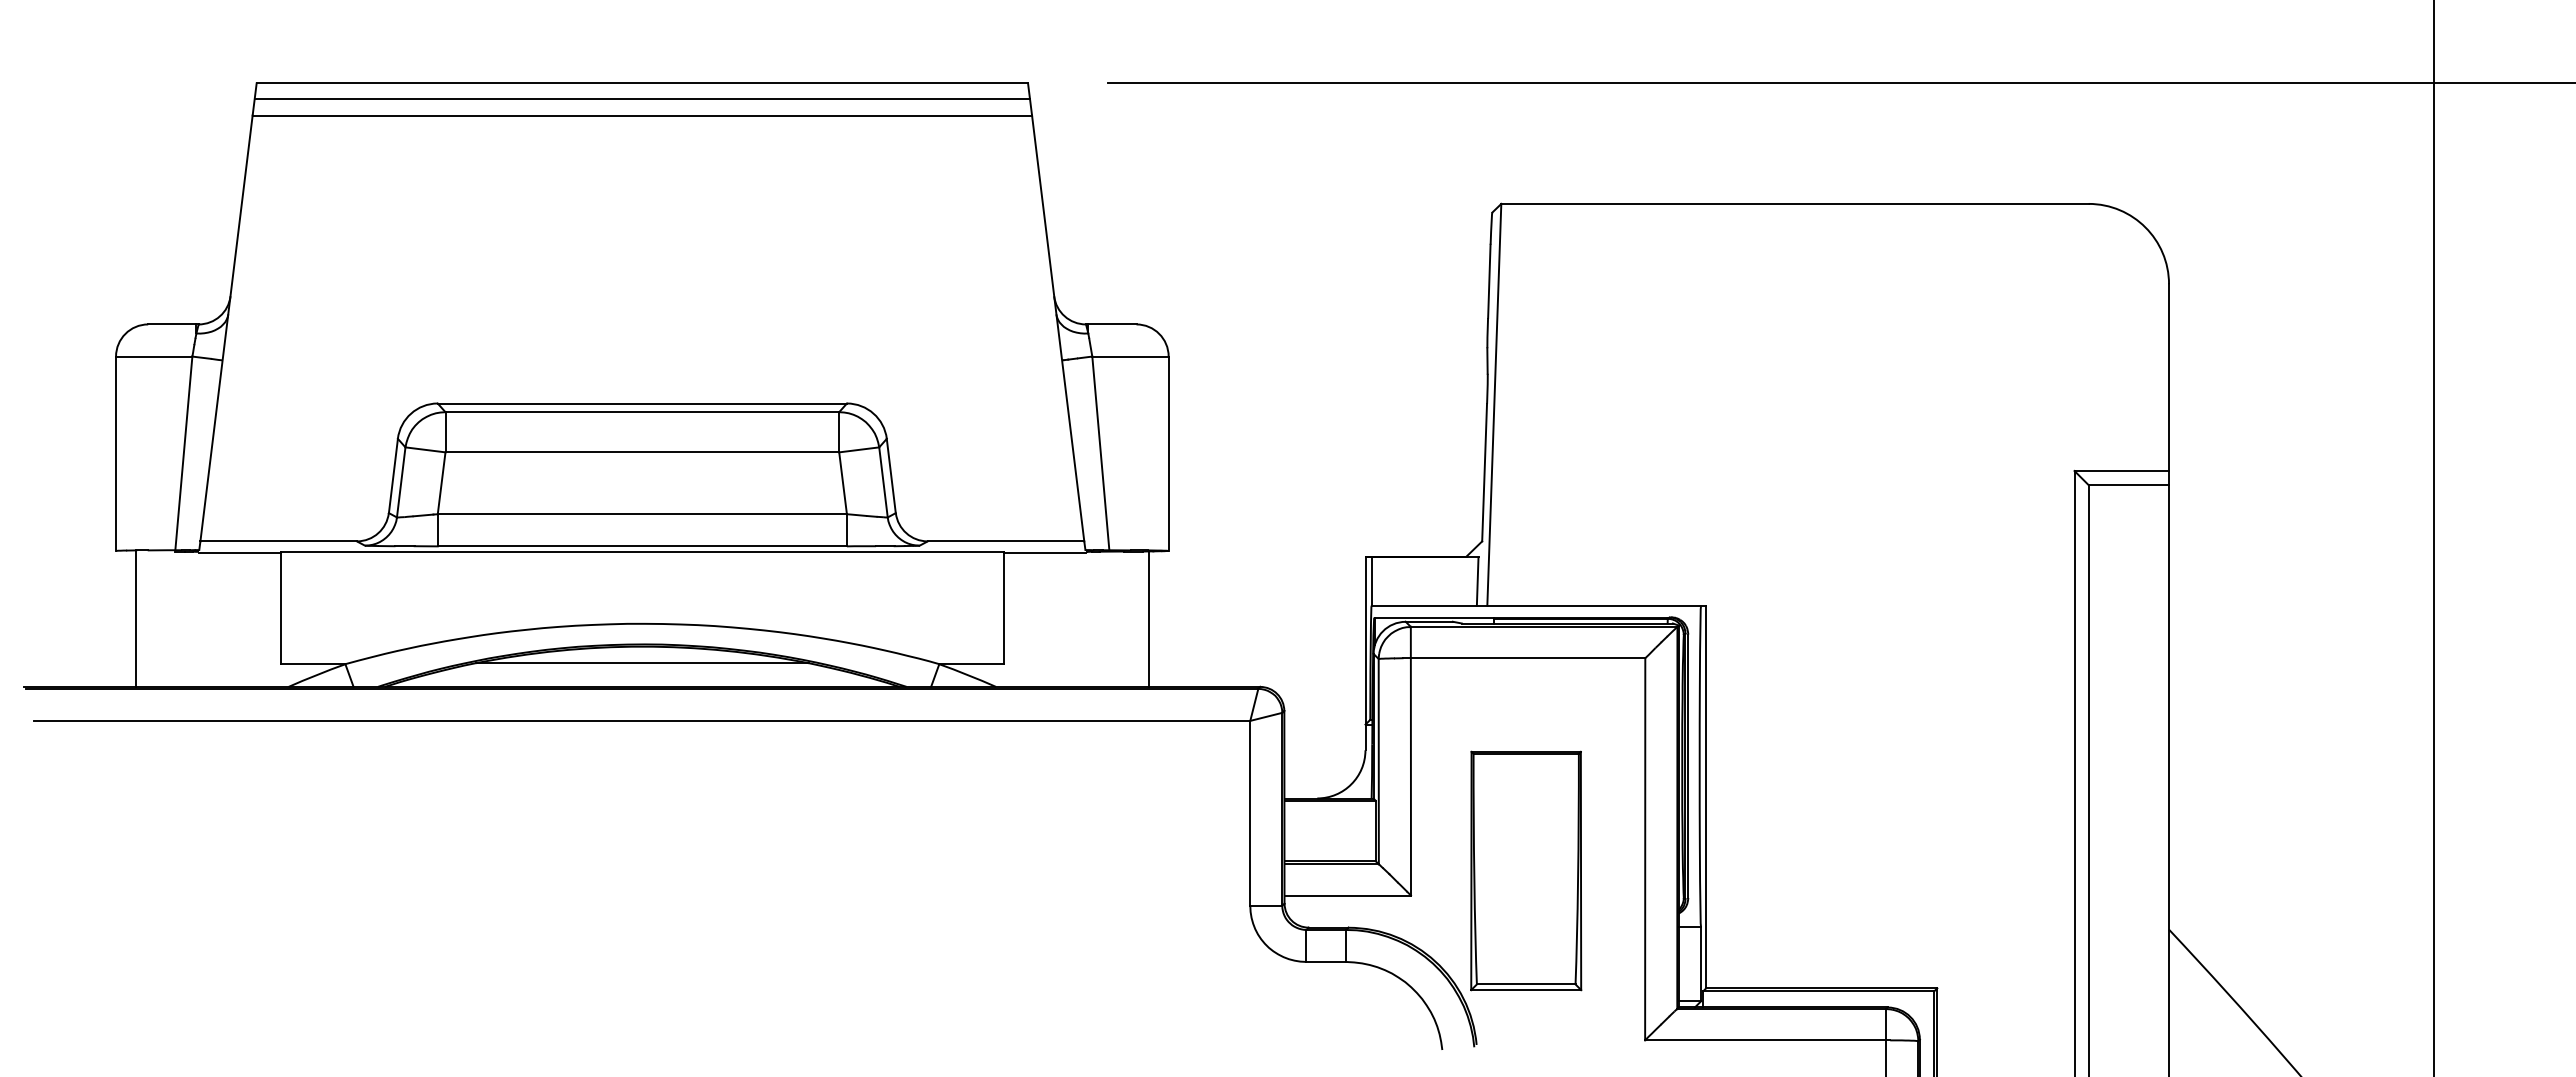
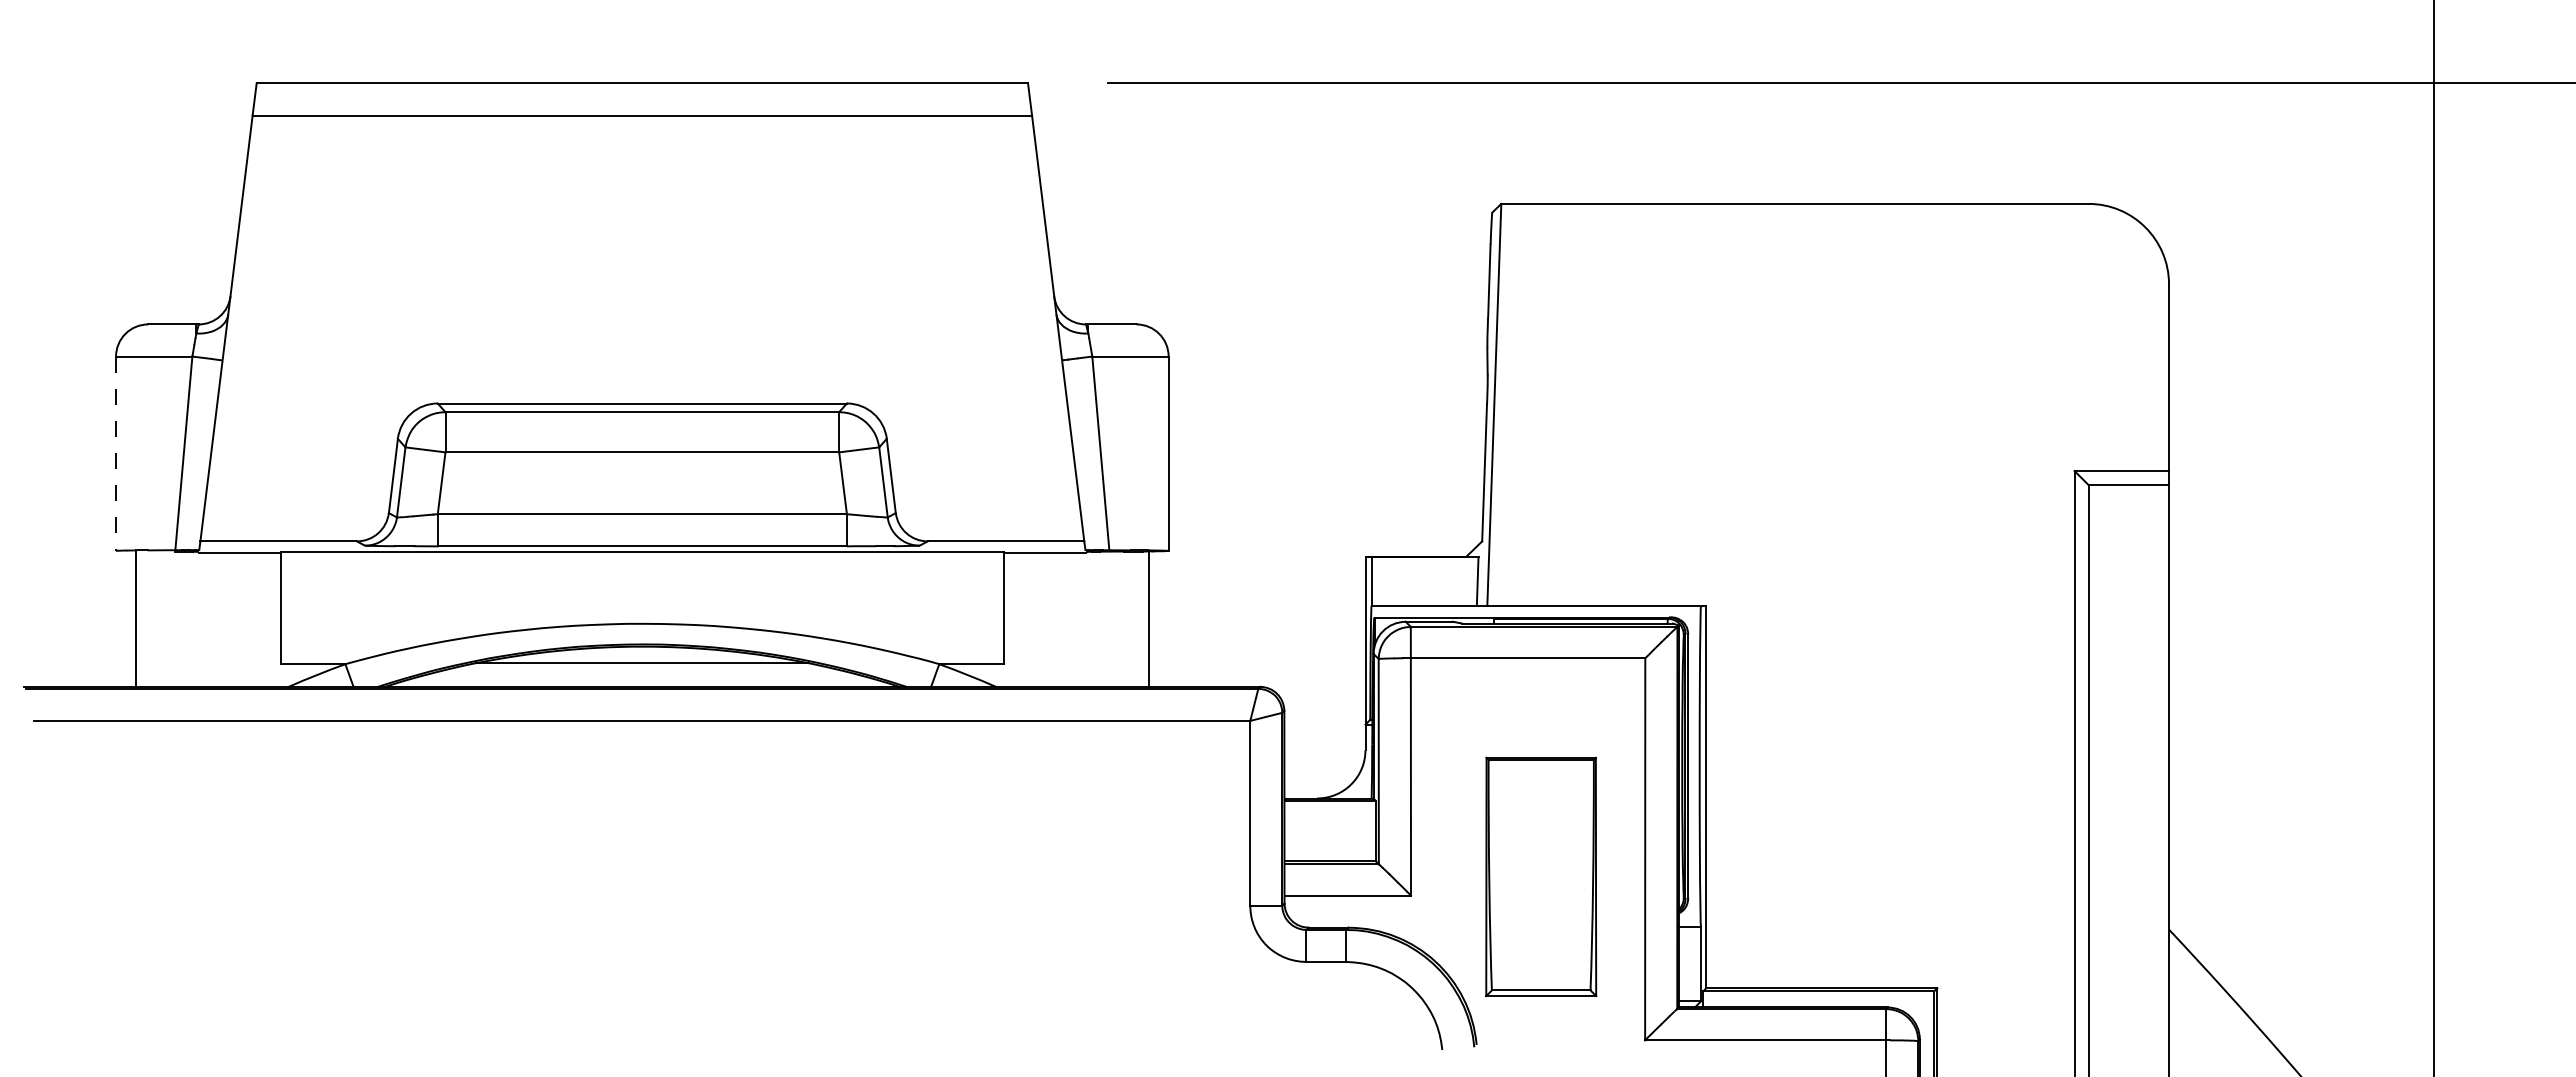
line at (641, 99): present -> none
line at (116, 454): solid -> dashed
part at (1526, 870) position: (1526, 870) -> (1541, 876)
